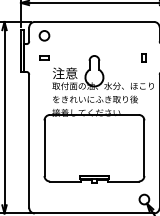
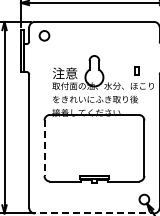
part at (44, 57): present -> none
part at (143, 57) position: (143, 57) -> (136, 70)
line at (44, 148): solid -> dashed
line at (92, 213): solid -> dashed
